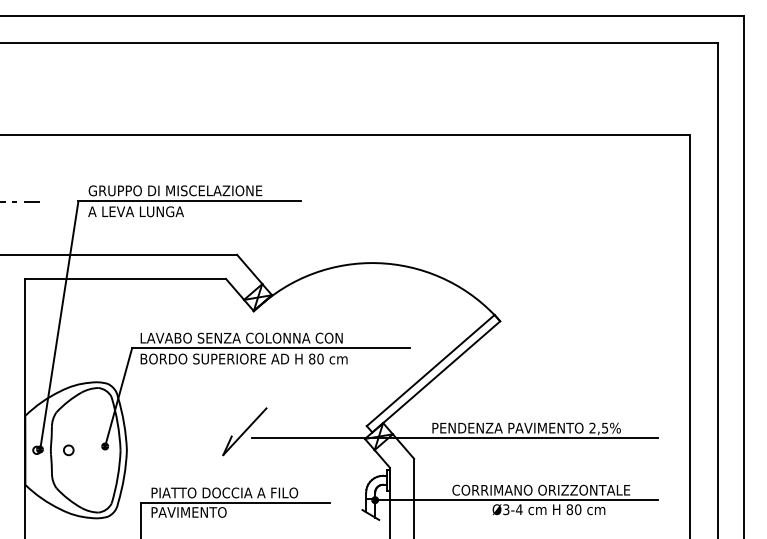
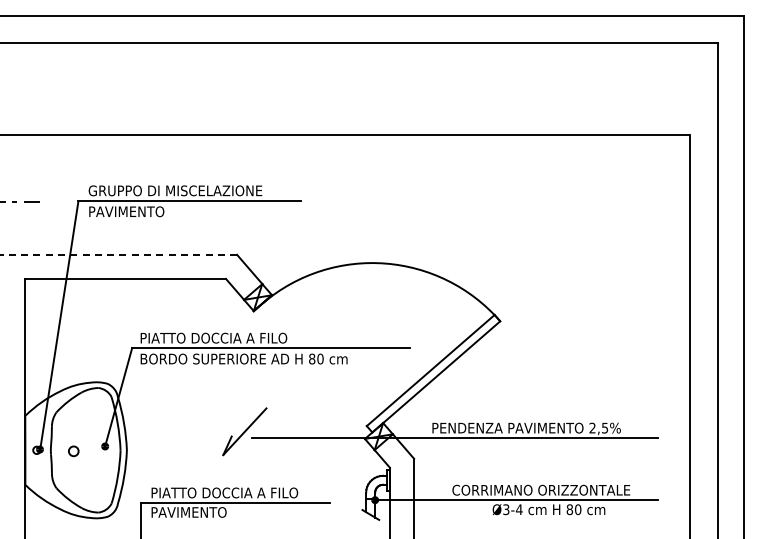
text at (135, 211): A LEVA LUNGA -> PAVIMENTO
line at (118, 254): solid -> dashed
text at (242, 337): LAVABO SENZA COLONNA CON -> PIATTO DOCCIA A FILO
circle at (68, 450) position: (68, 450) -> (73, 451)
